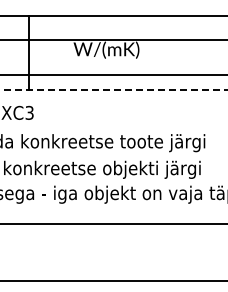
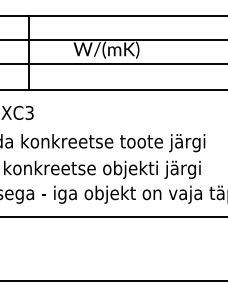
line at (113, 75) position: (113, 75) -> (113, 64)
line at (114, 89): dashed -> solid
line at (113, 224) position: (113, 224) -> (113, 217)
